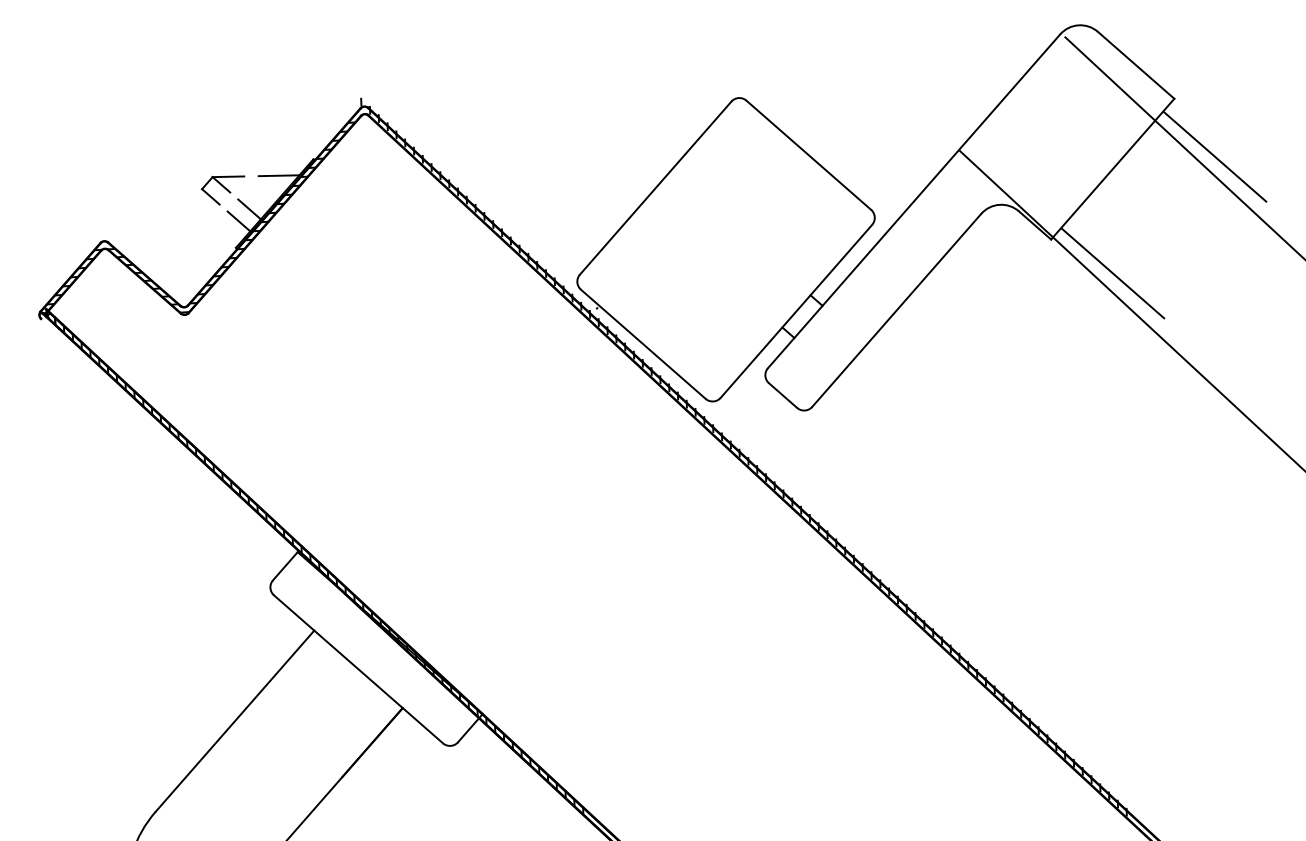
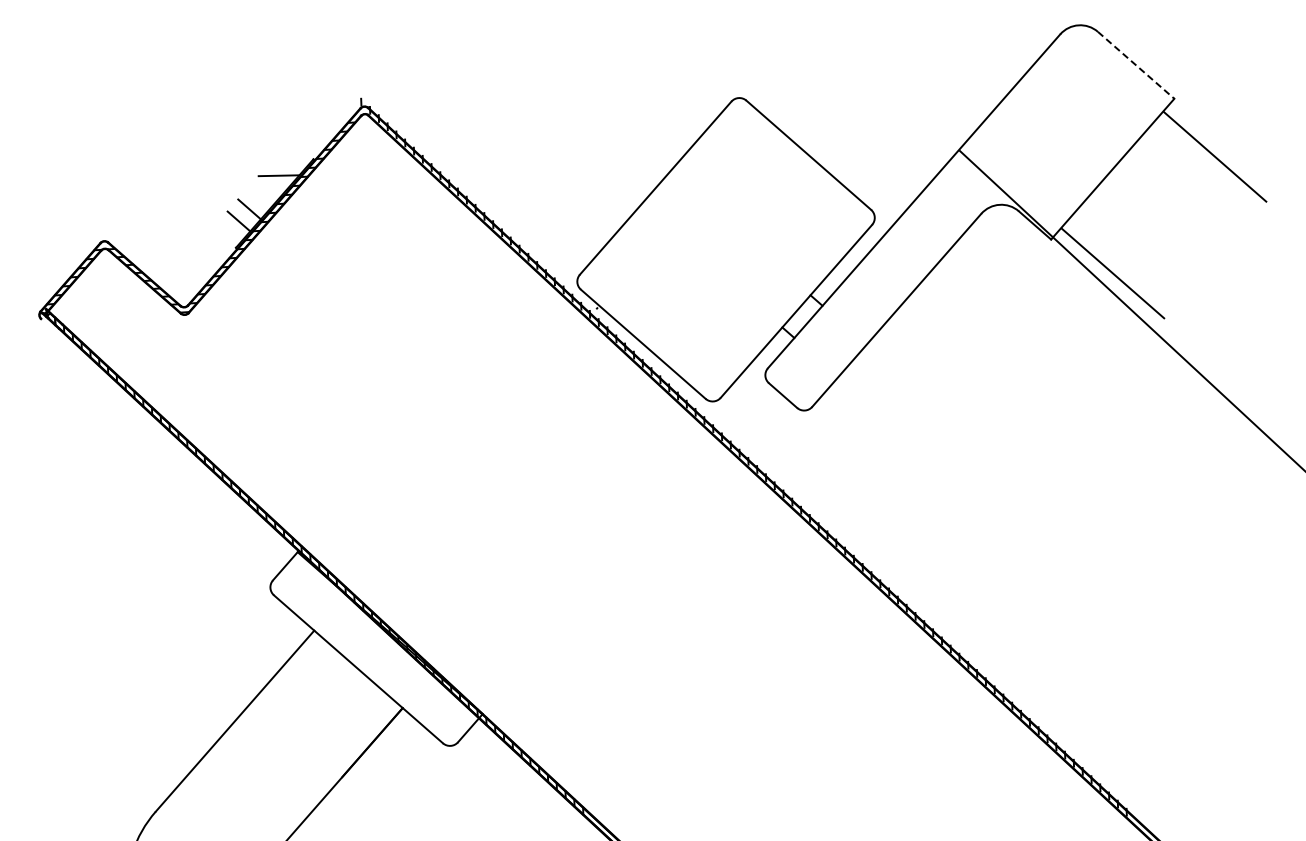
line at (1136, 65): solid -> dashed
line at (1183, 147): present -> none
part at (222, 190): present -> none
